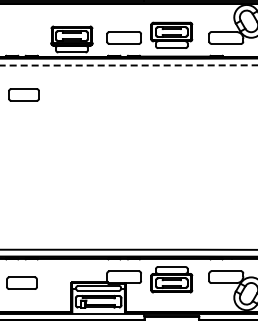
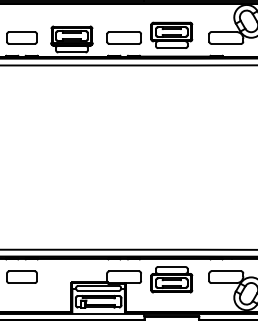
arc at (129, 65): dashed -> solid
part at (23, 94) position: (23, 94) -> (21, 37)
part at (21, 282) position: (21, 282) -> (21, 276)
